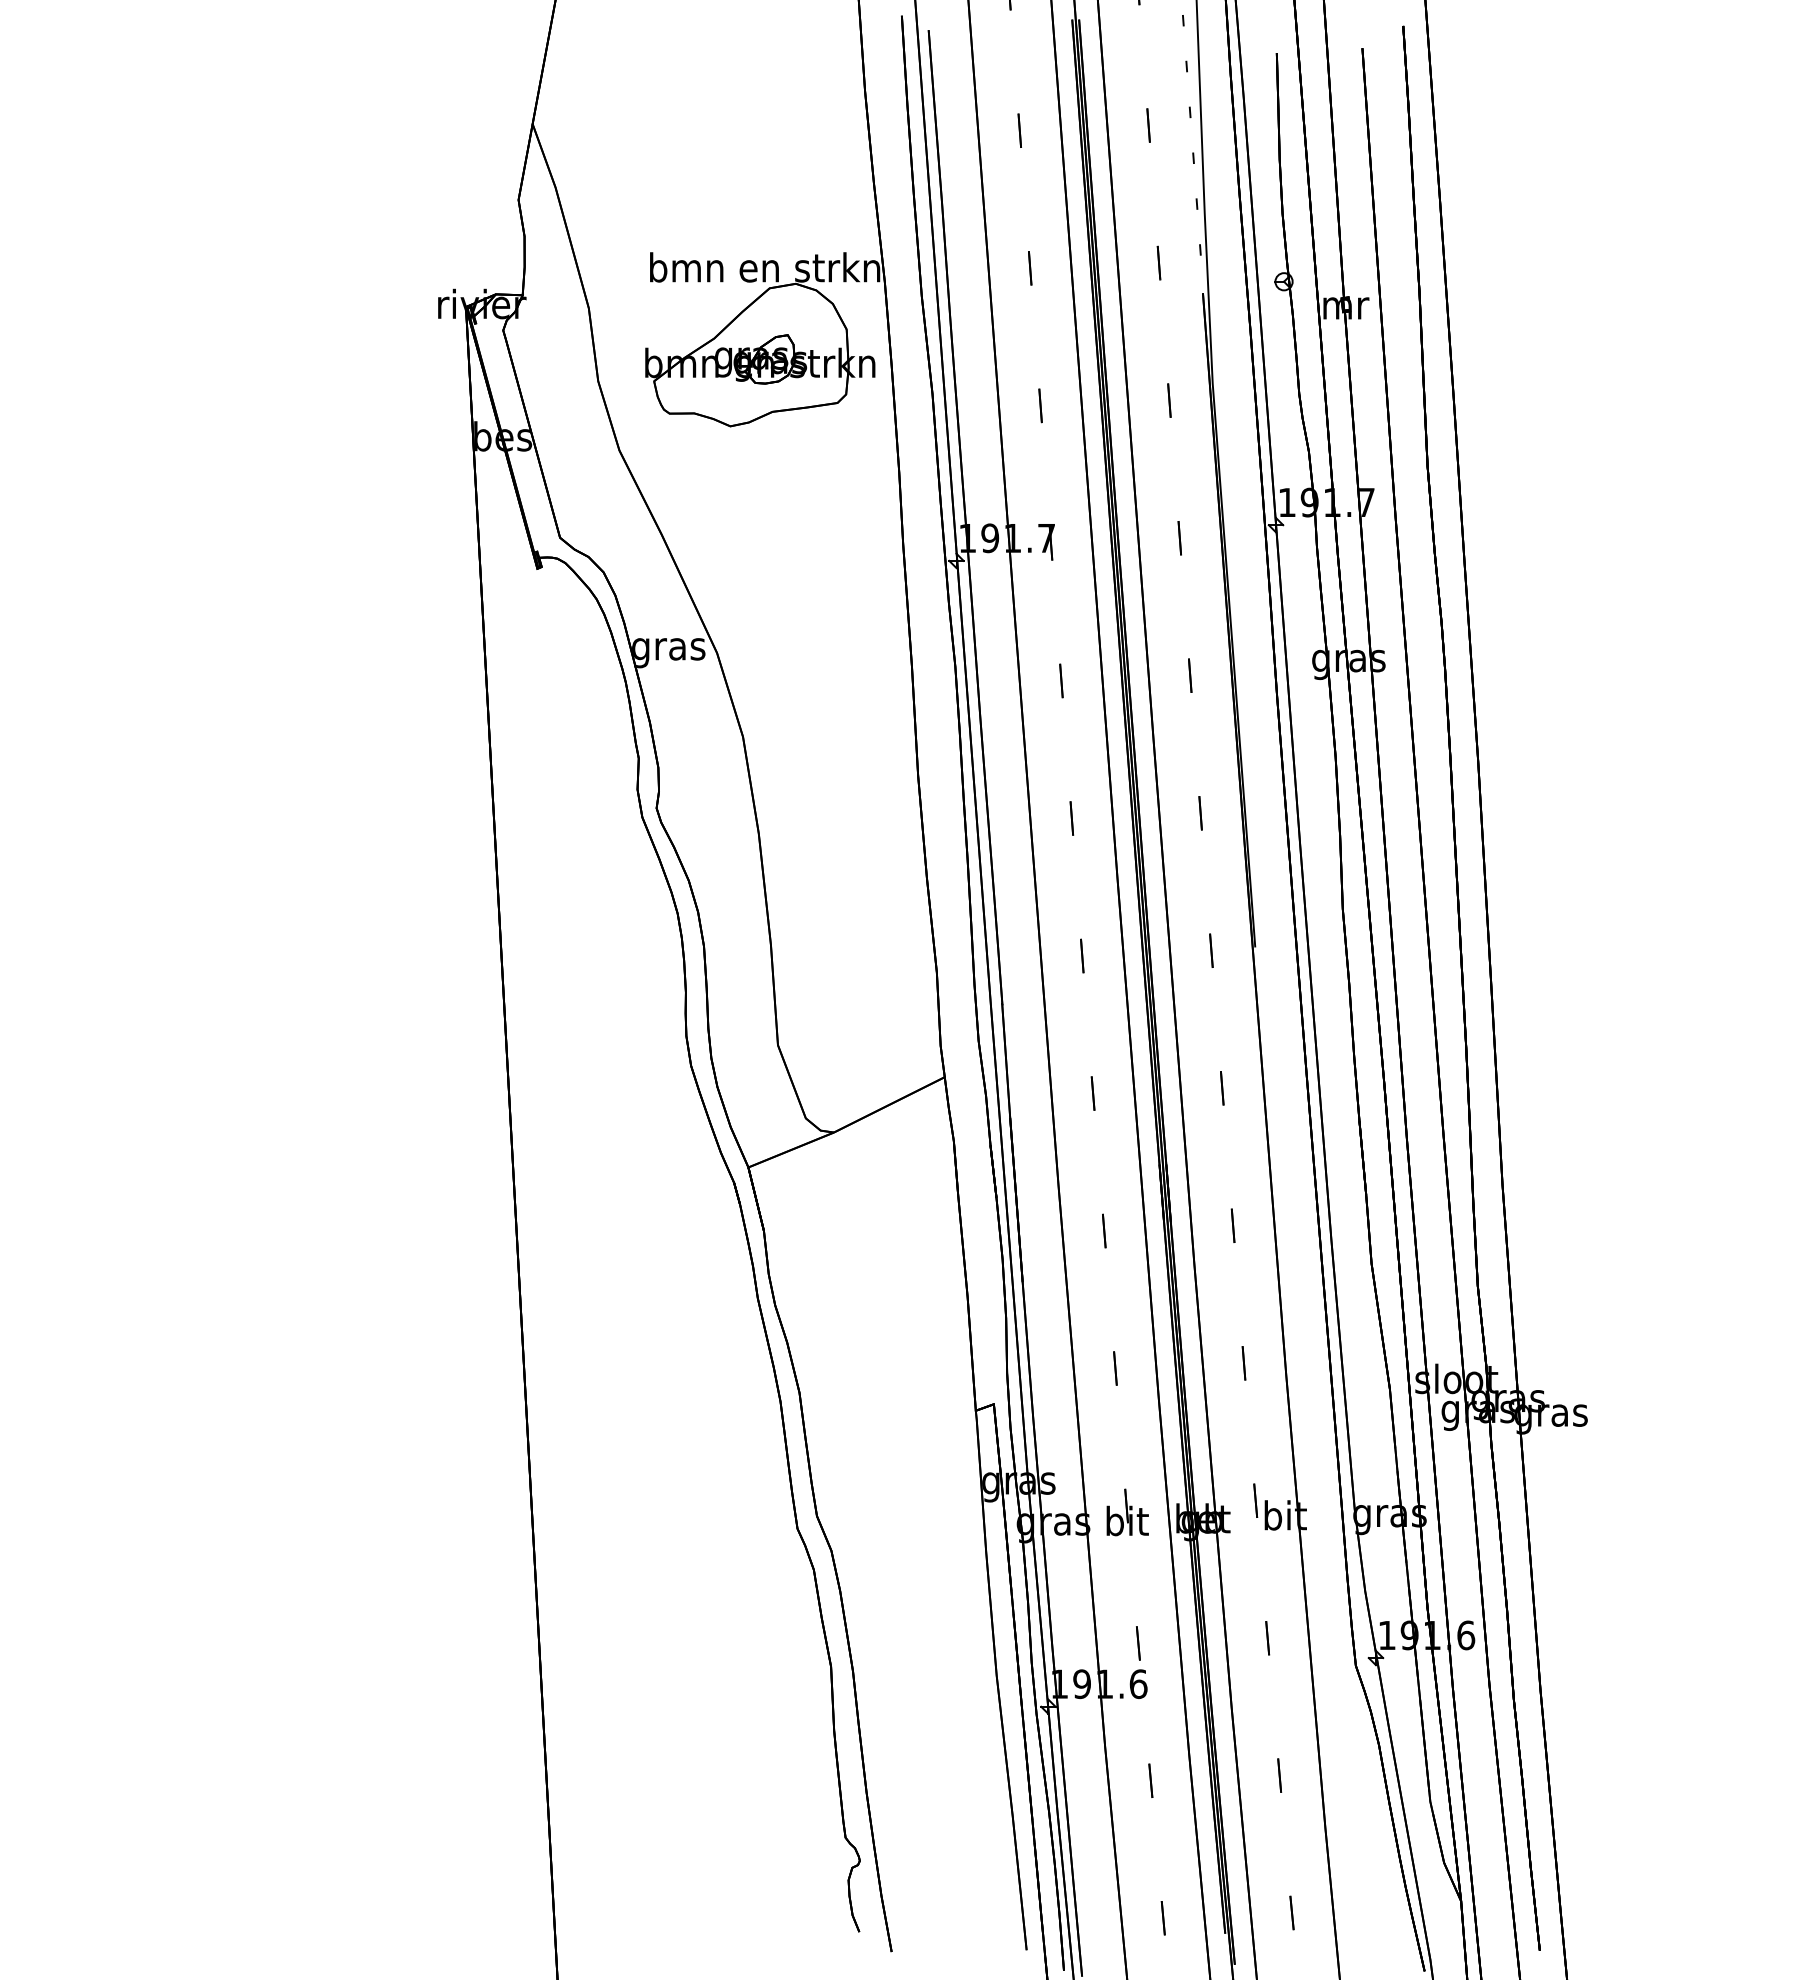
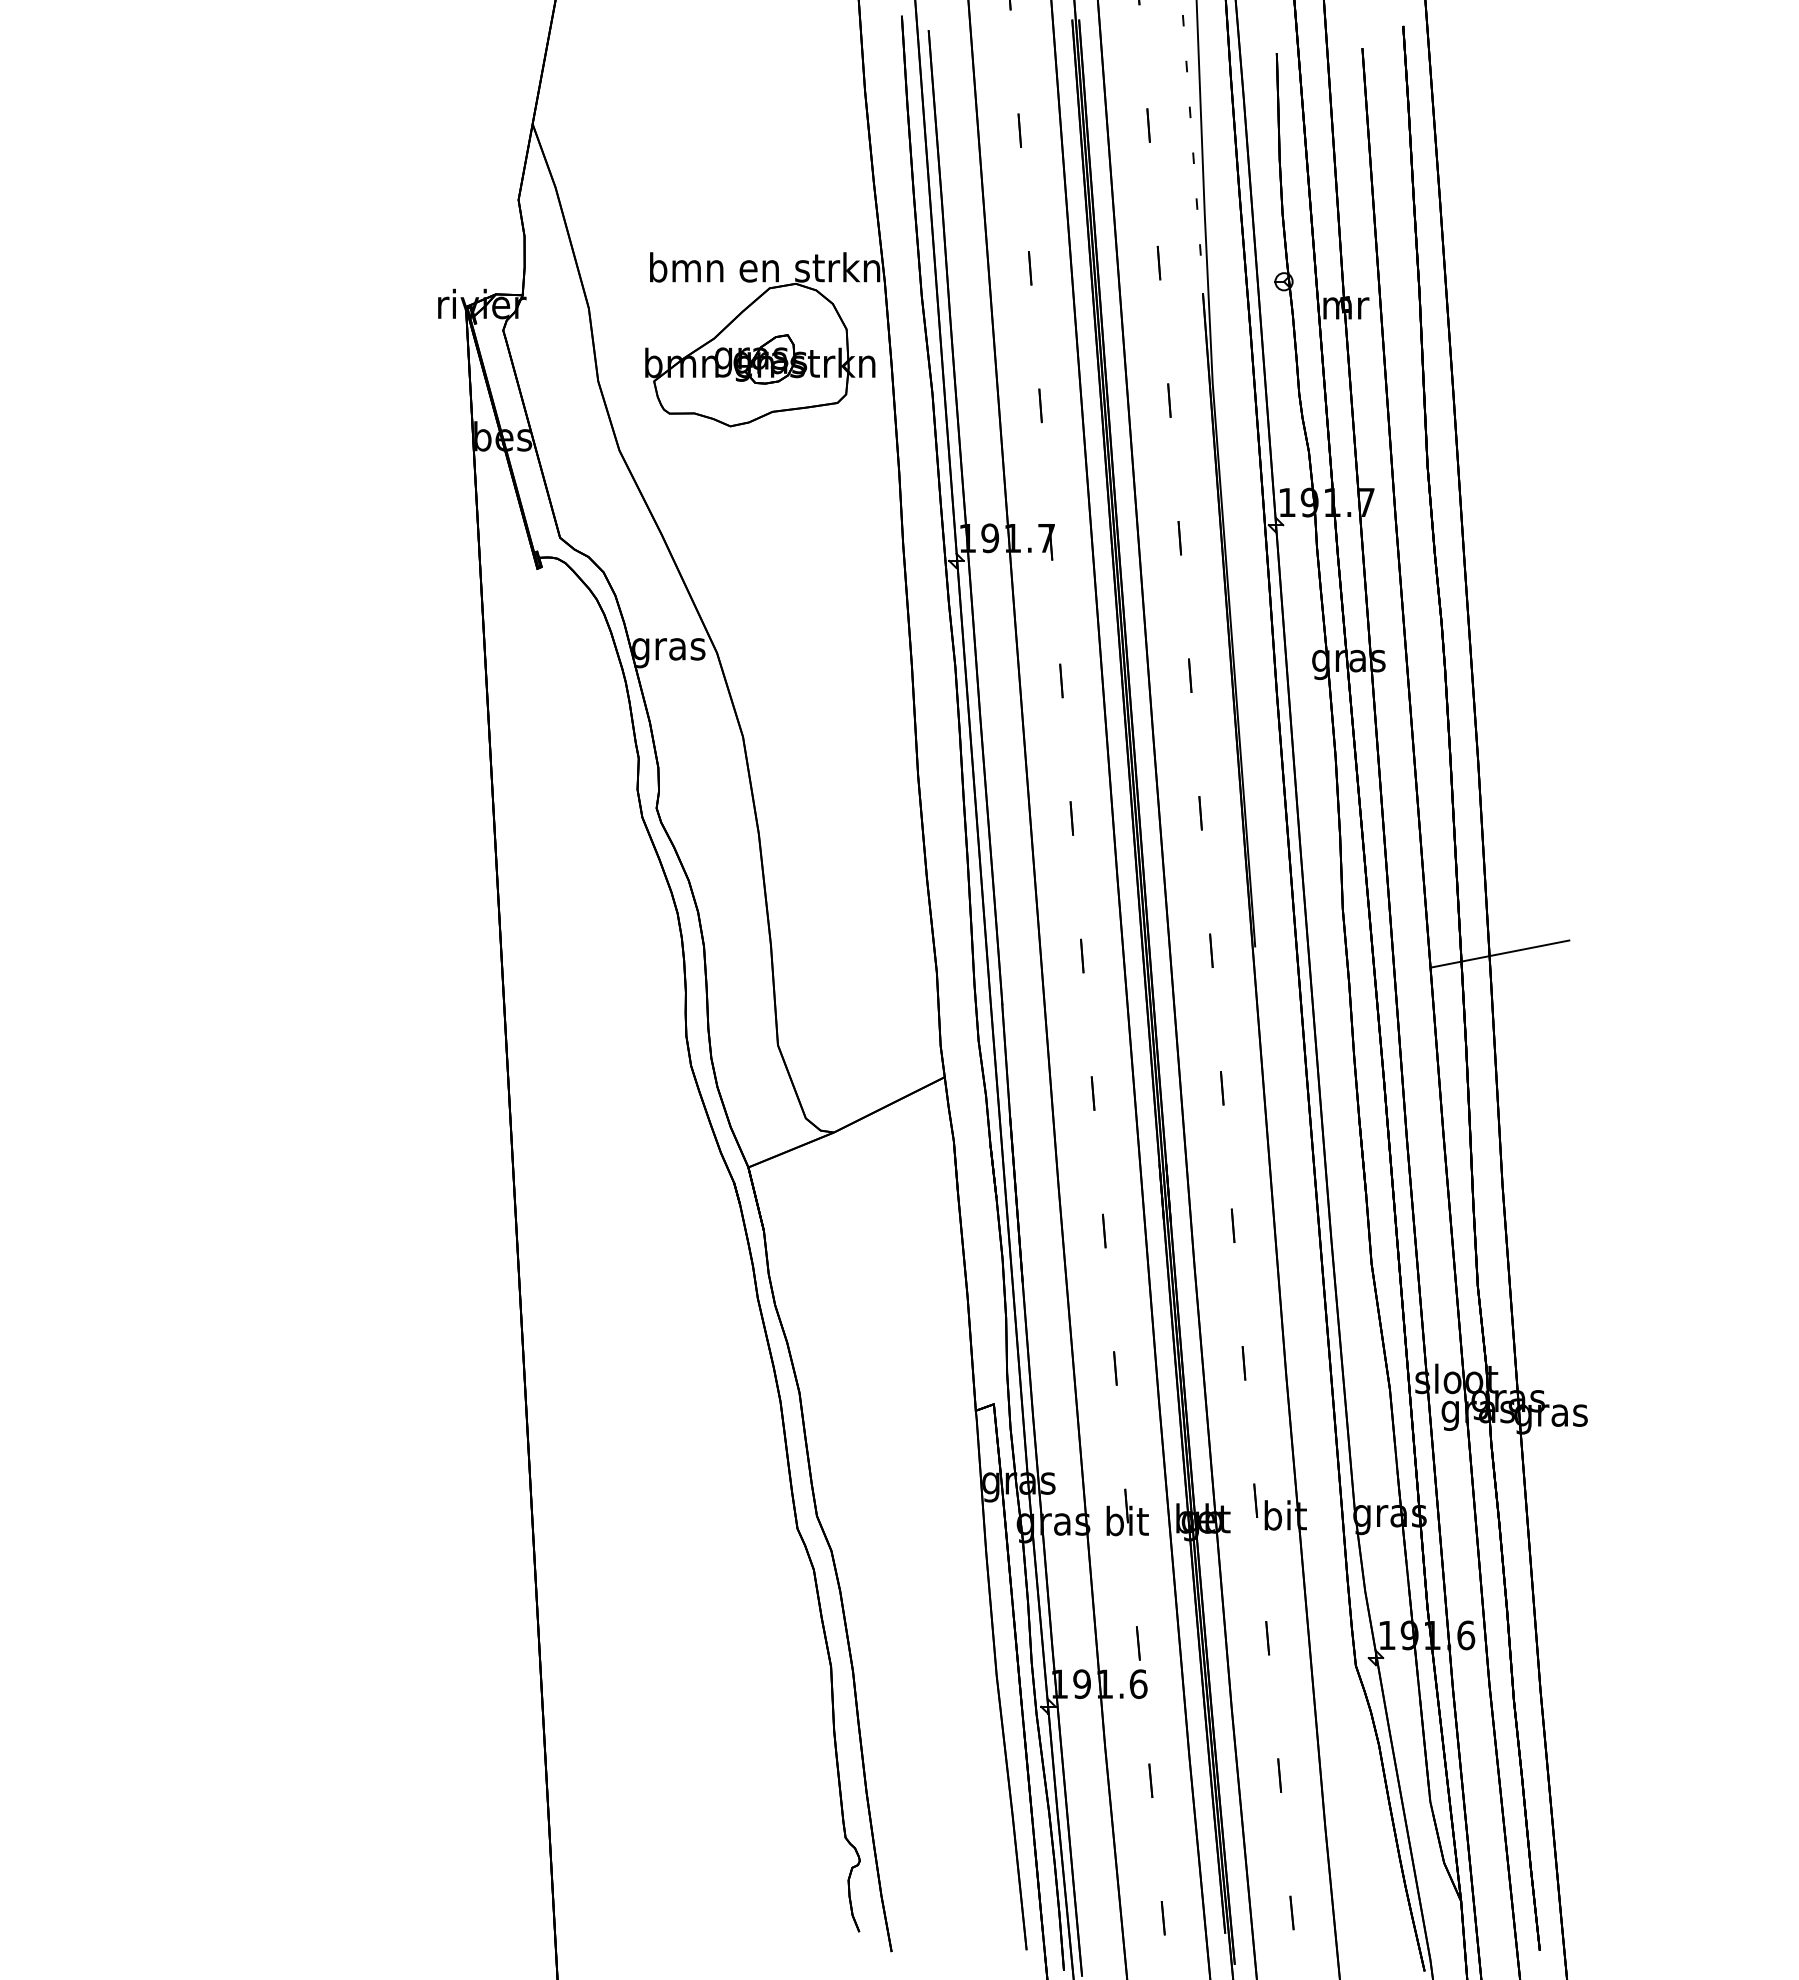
line at (1500, 953): none -> present
